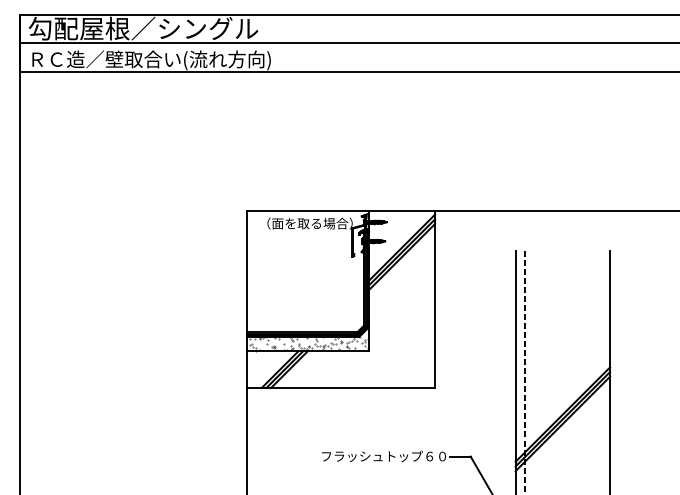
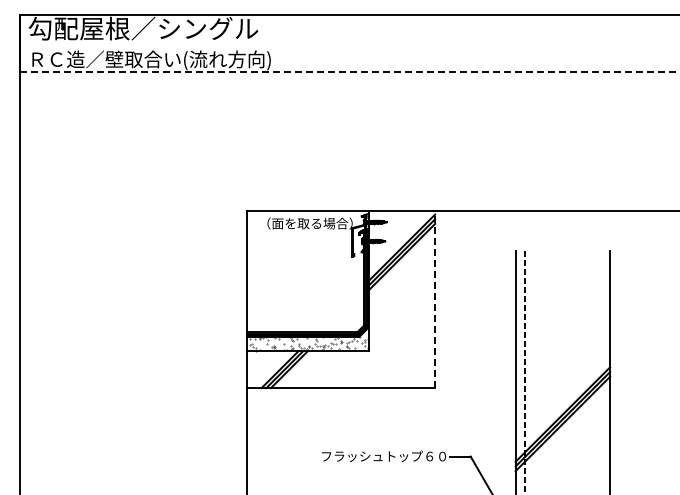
line at (348, 43): present -> none
line at (349, 71): solid -> dashed
line at (435, 299): solid -> dashed
